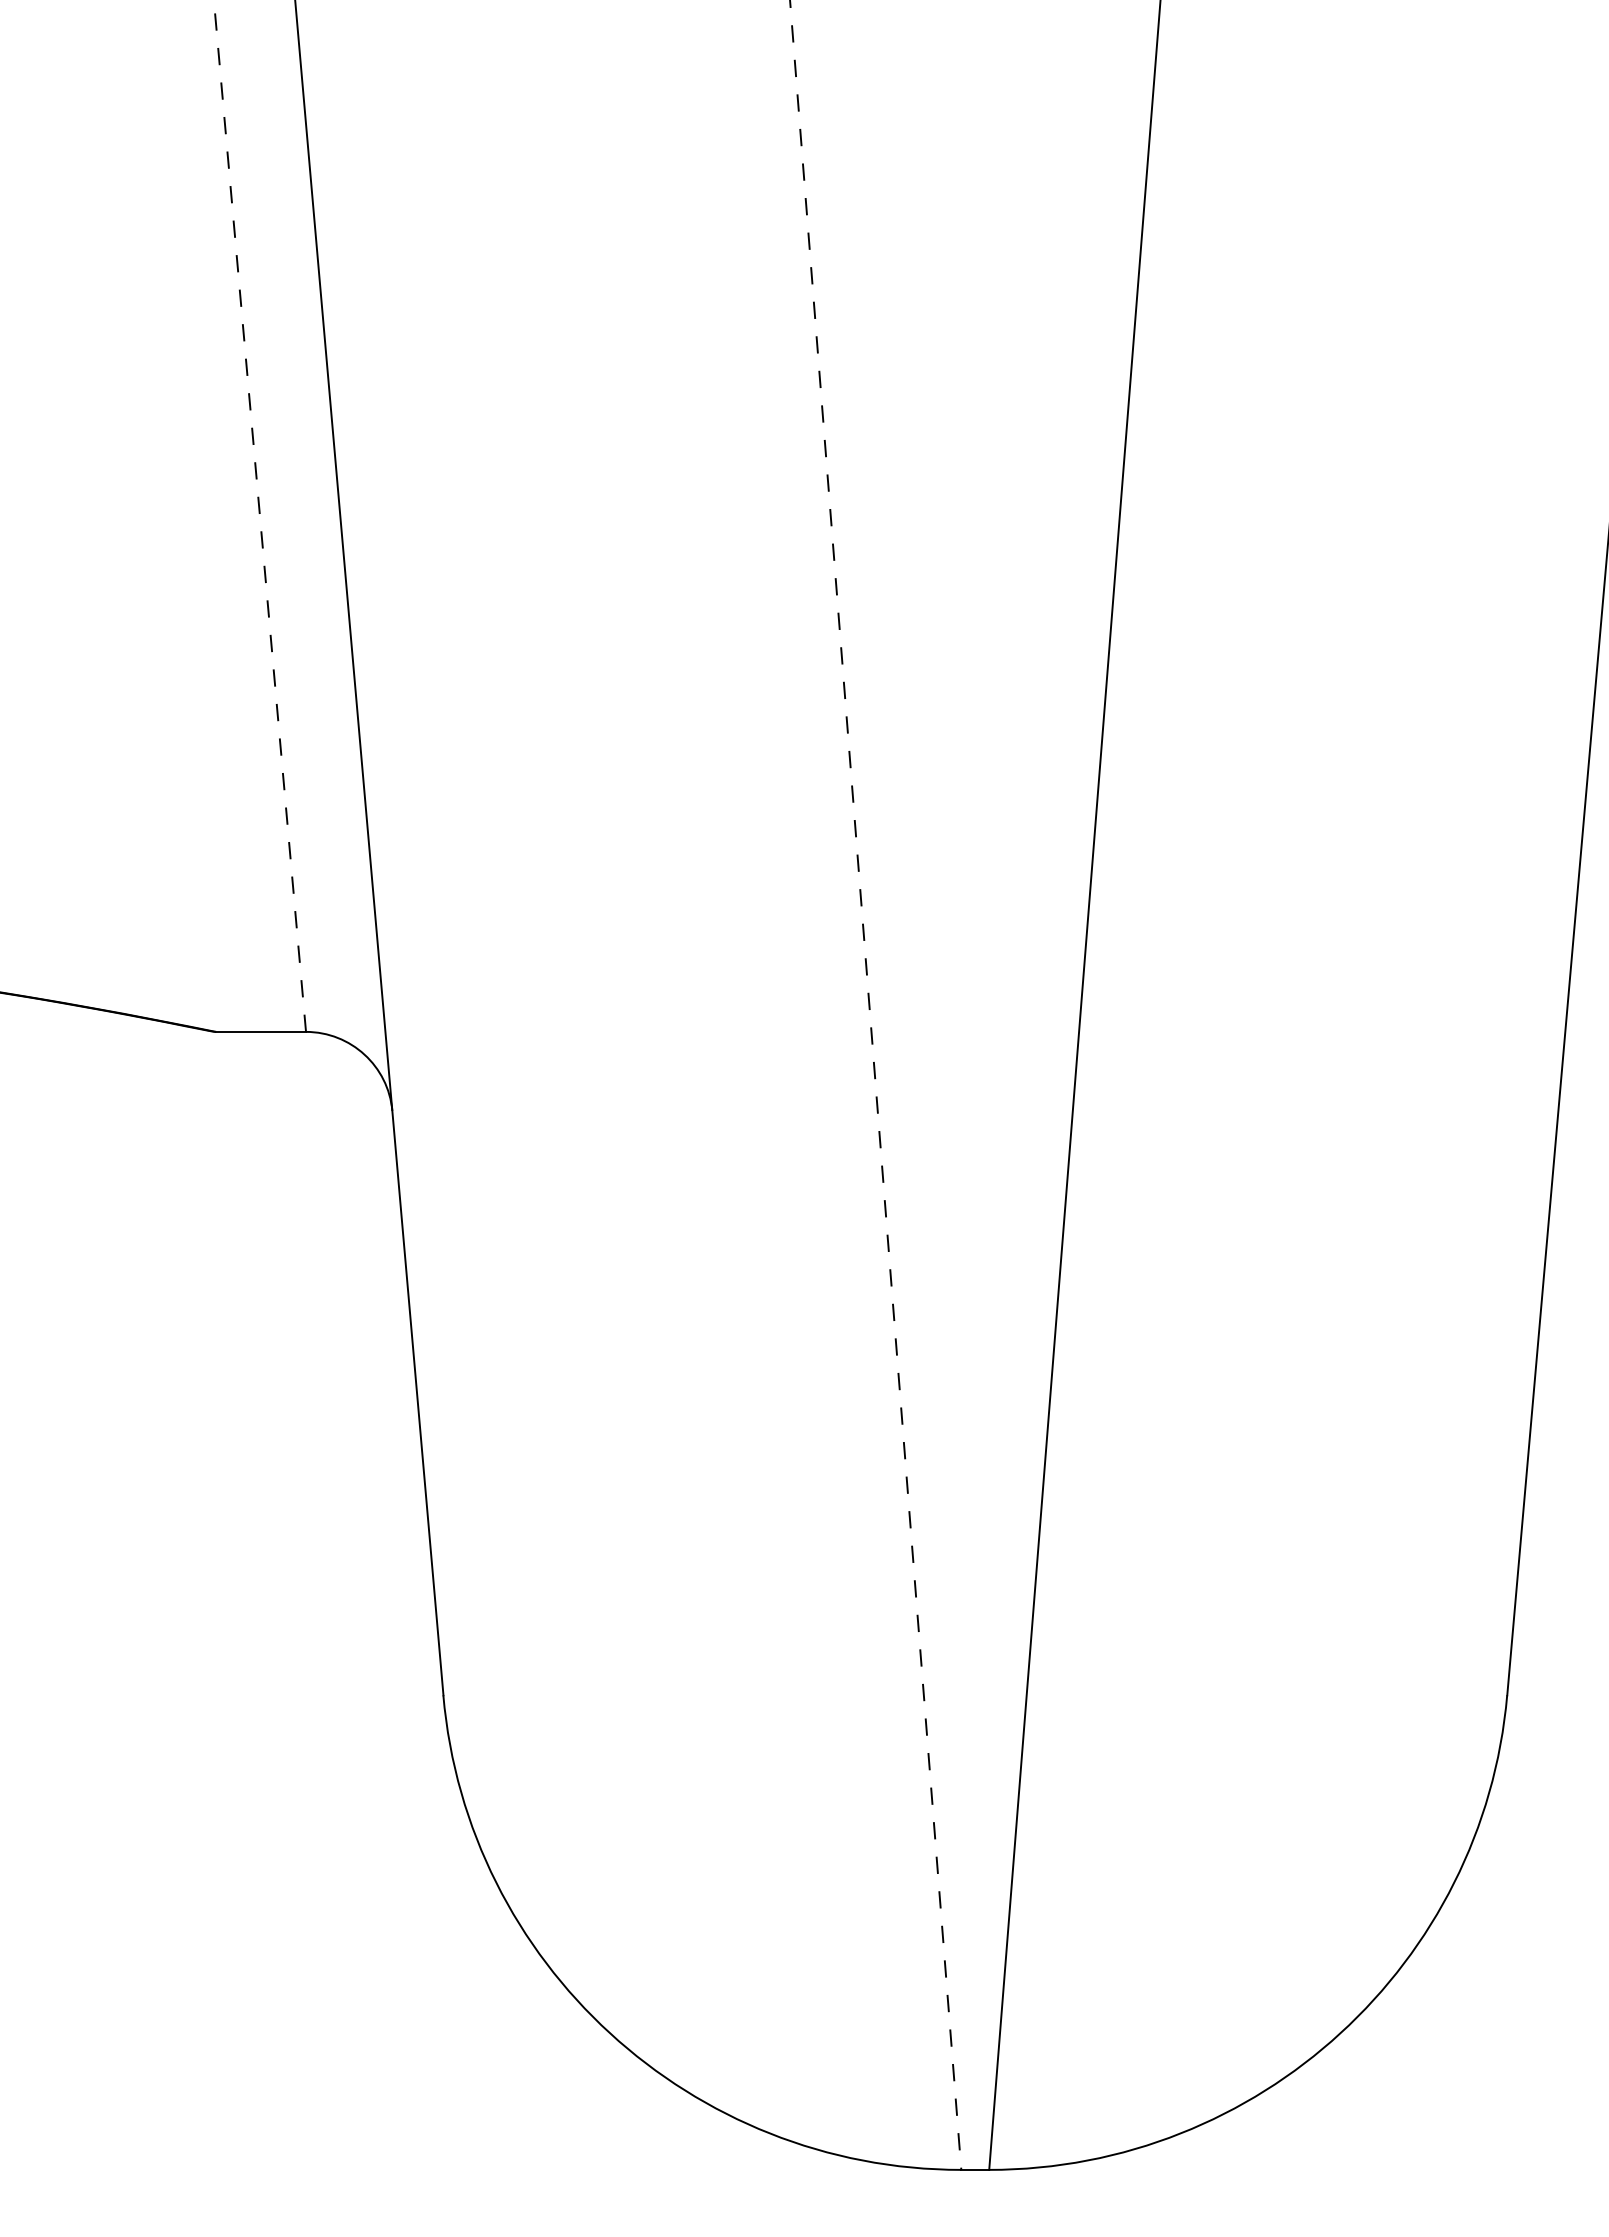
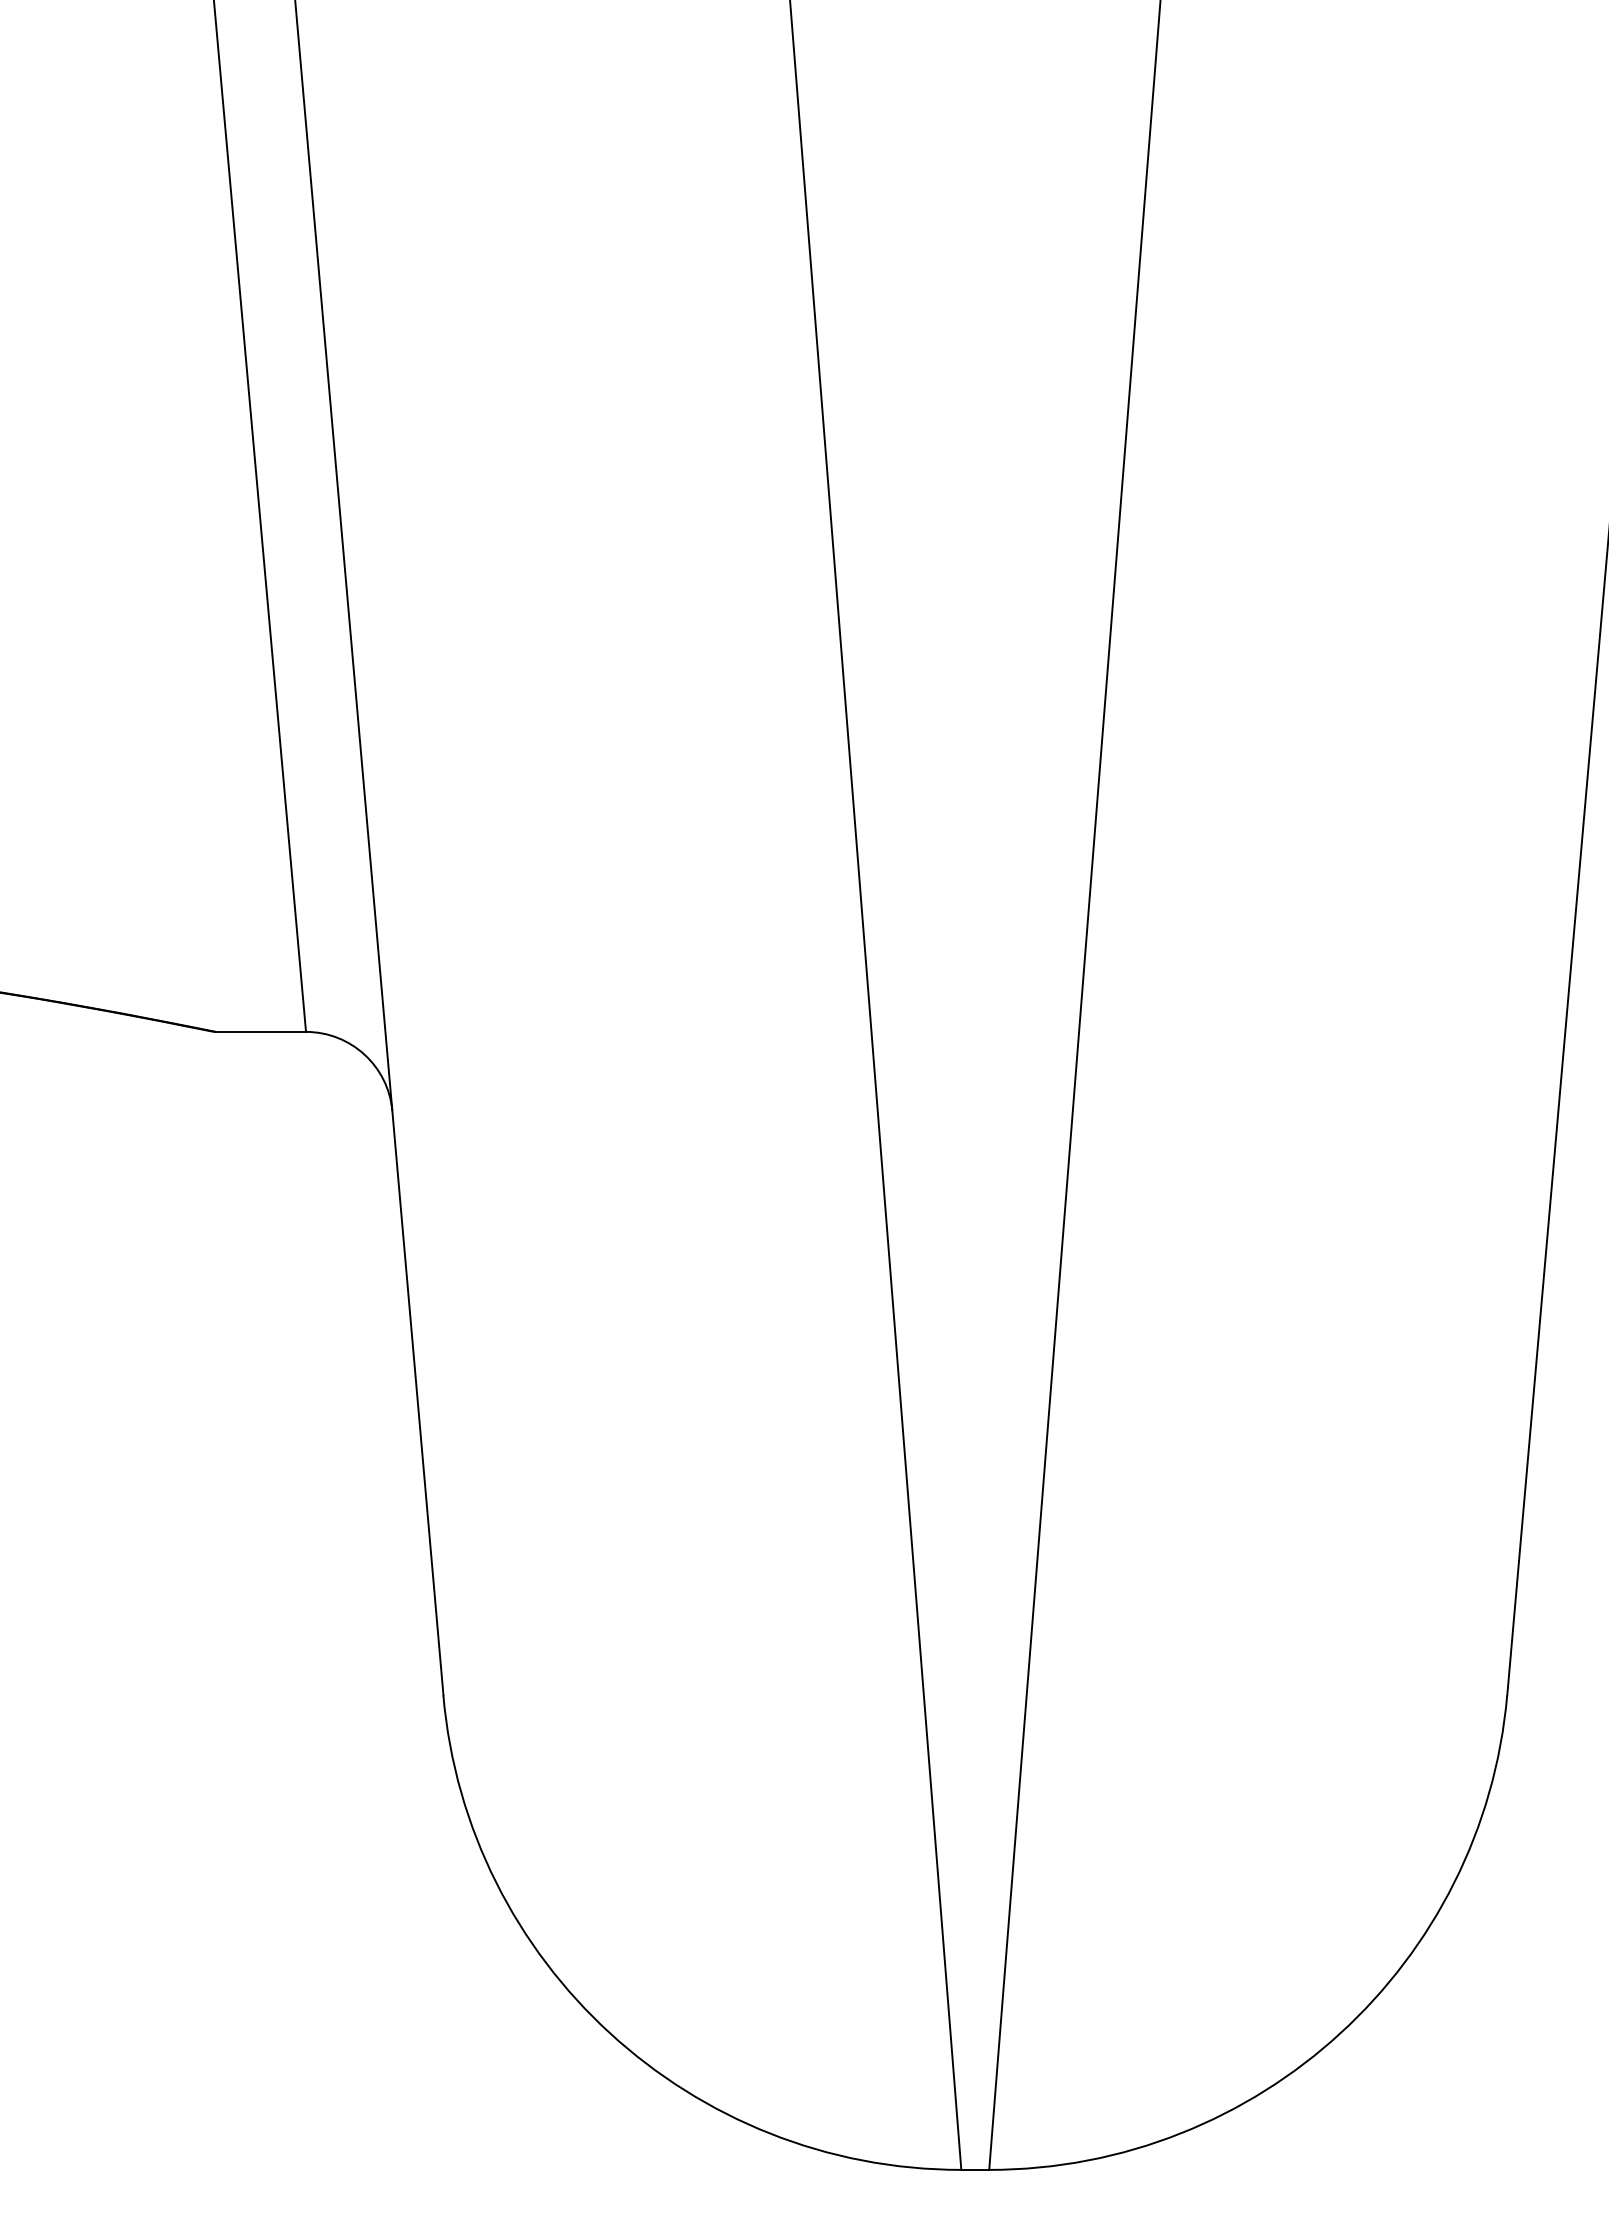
line at (259, 516): dashed -> solid
line at (875, 1085): dashed -> solid
